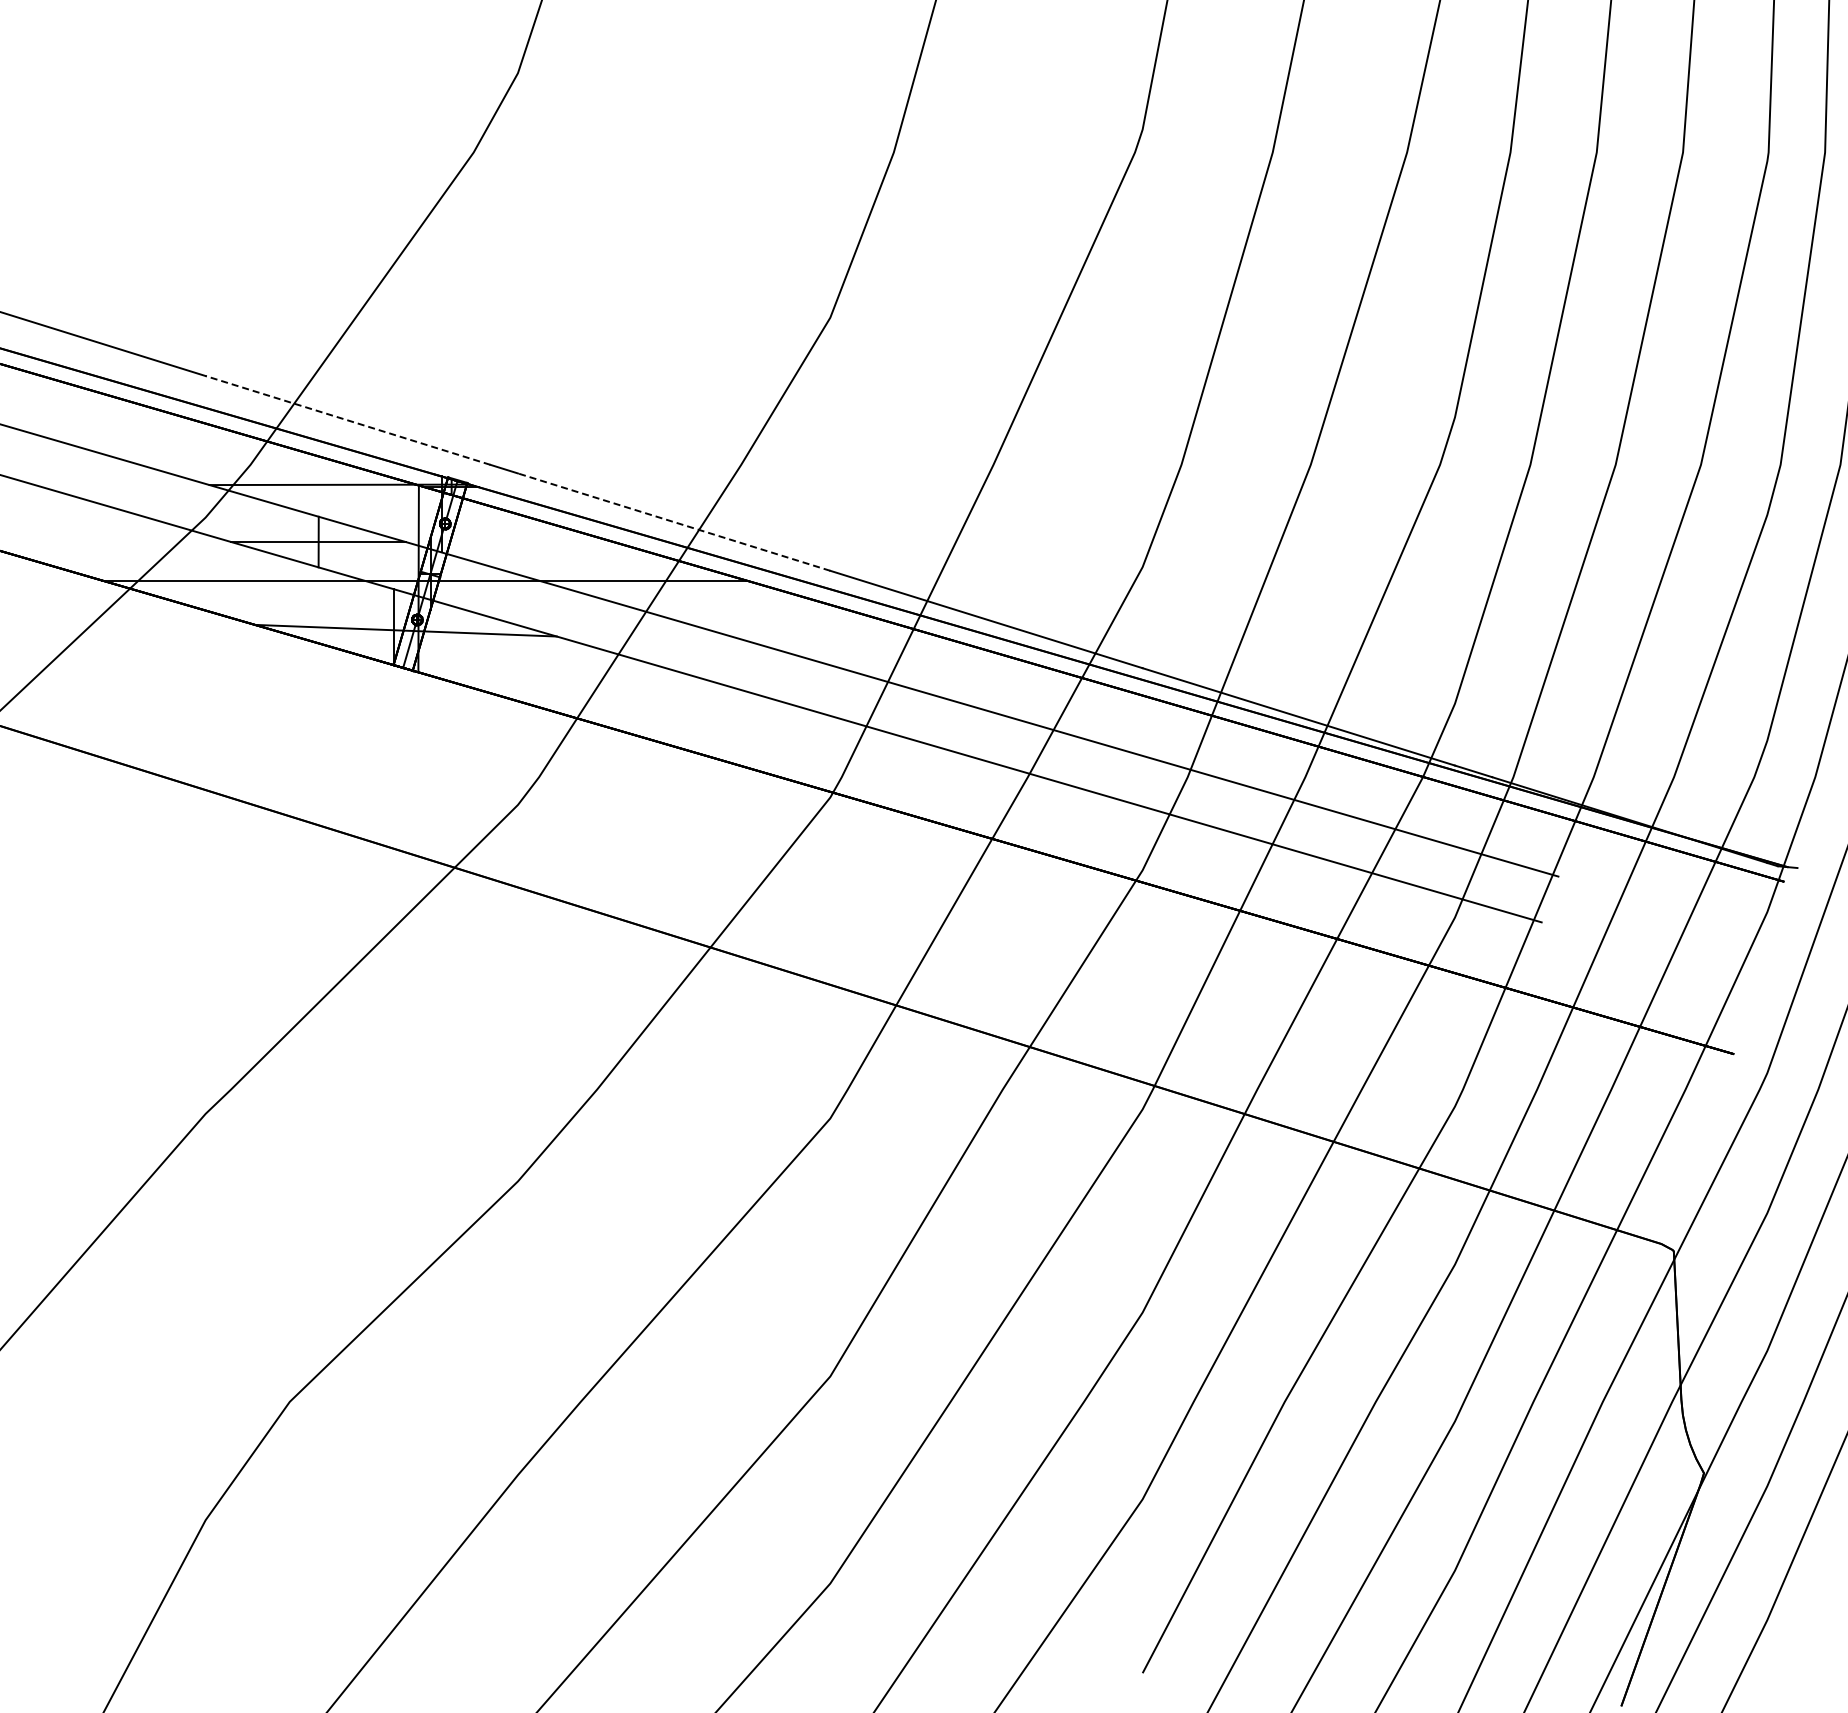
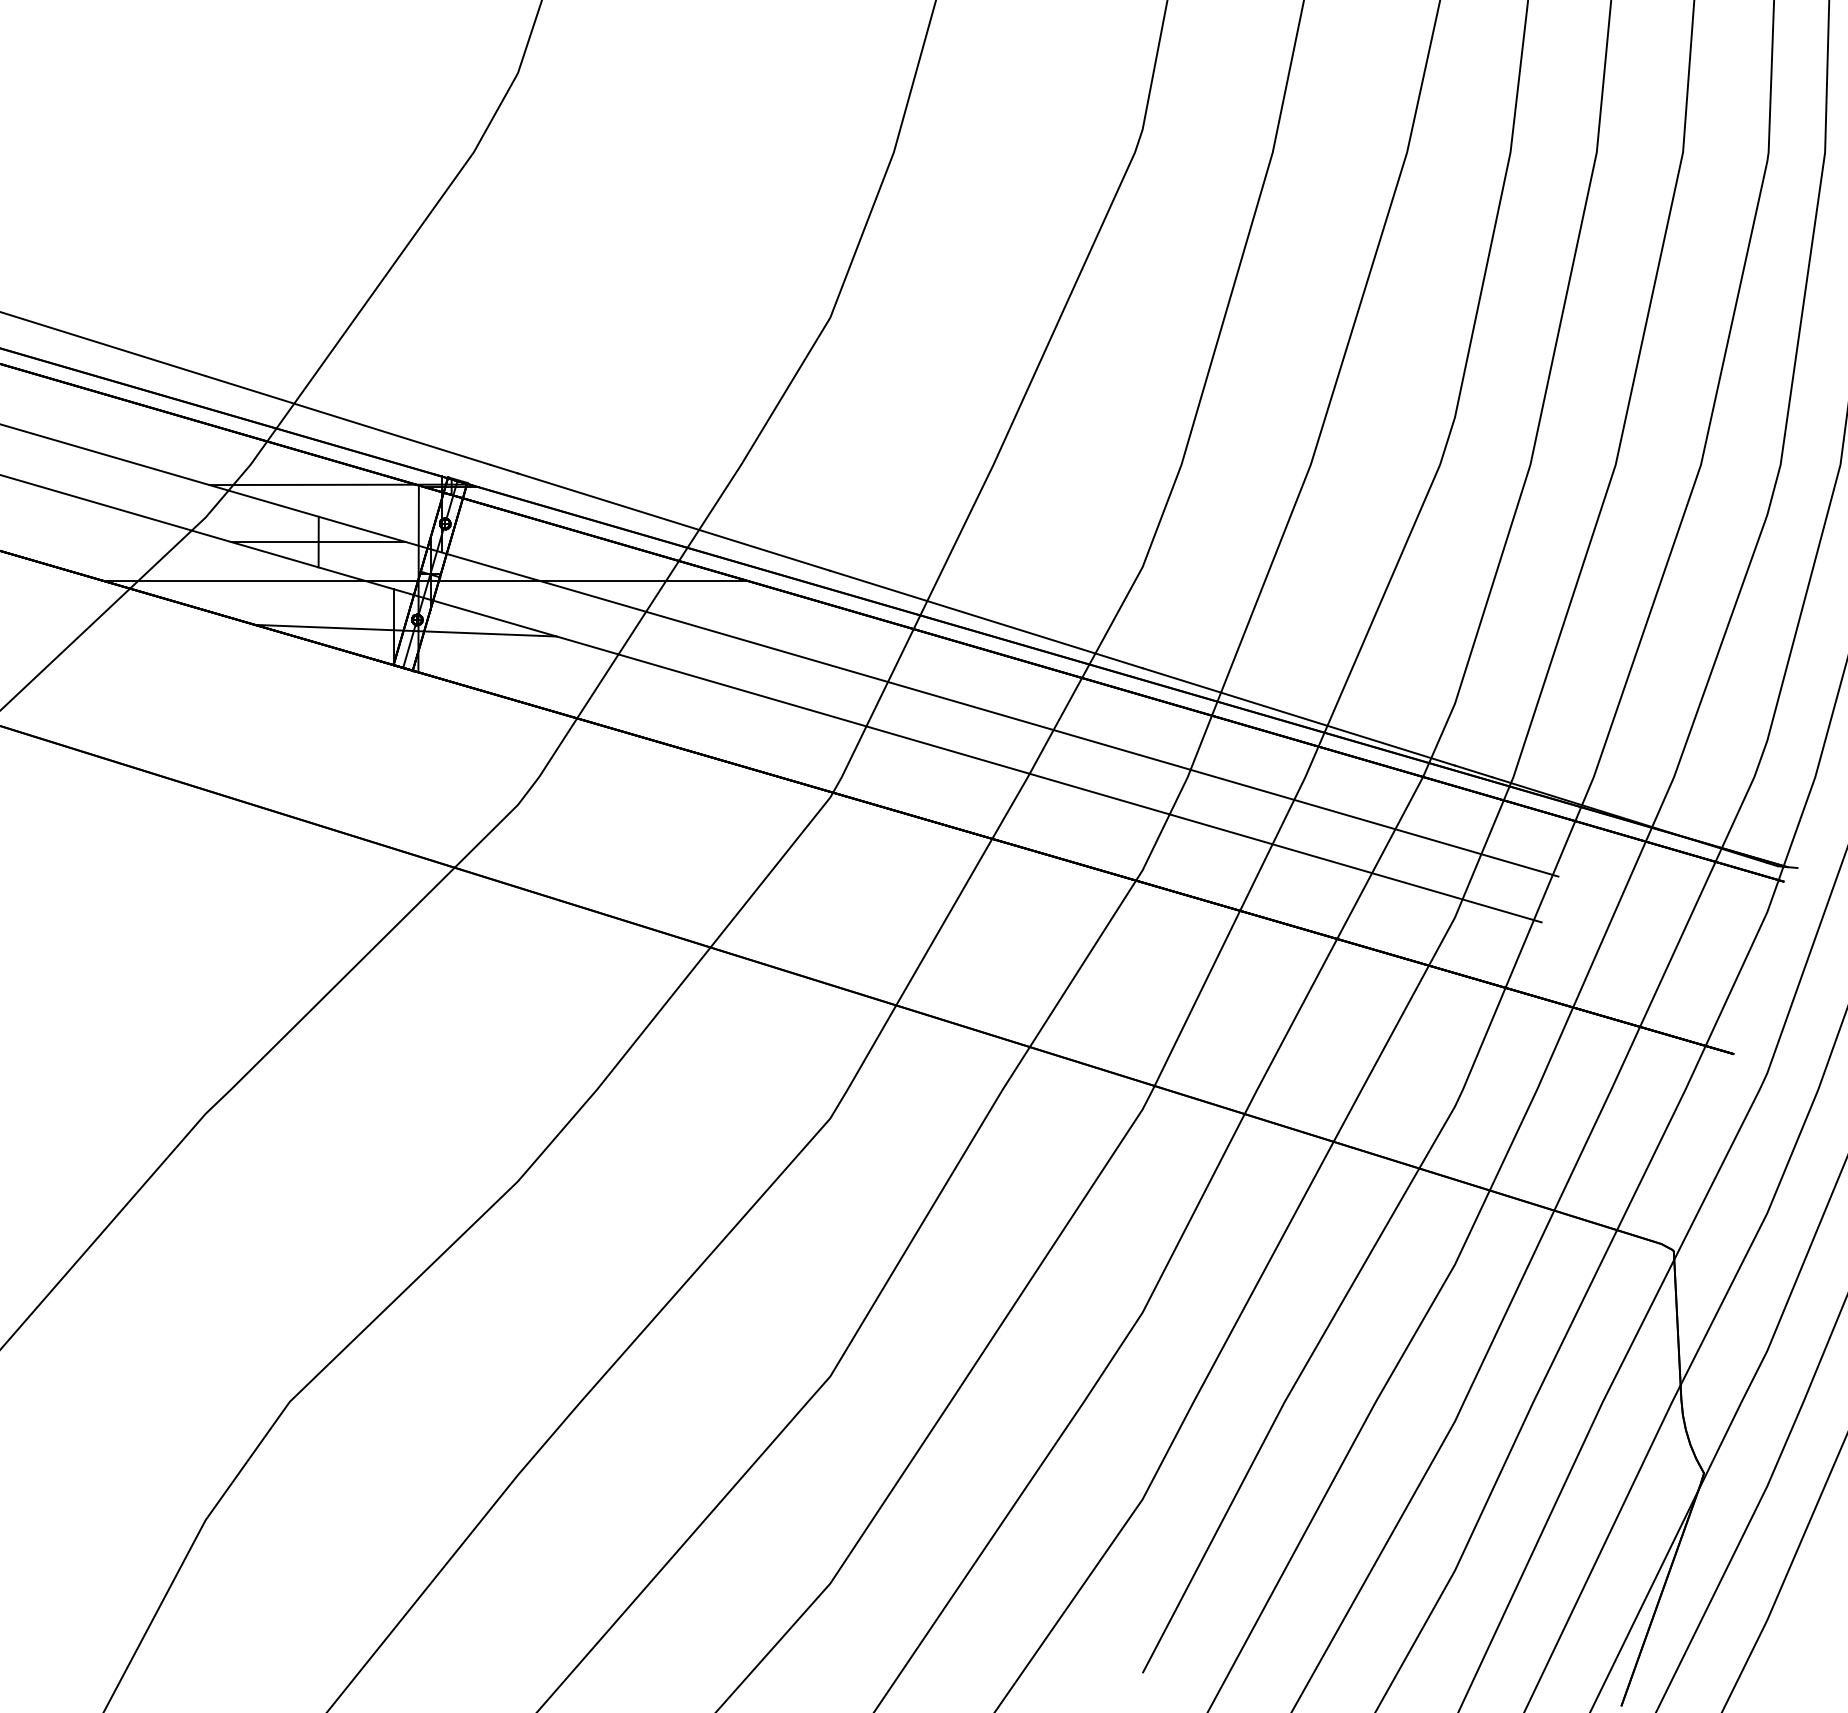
line at (347, 420): dashed -> solid
line at (674, 522): dashed -> solid
